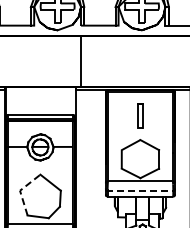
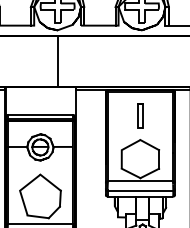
line at (80, 60) position: (80, 60) -> (57, 60)
line at (20, 190): dashed -> solid
line at (139, 191): dashed -> solid
